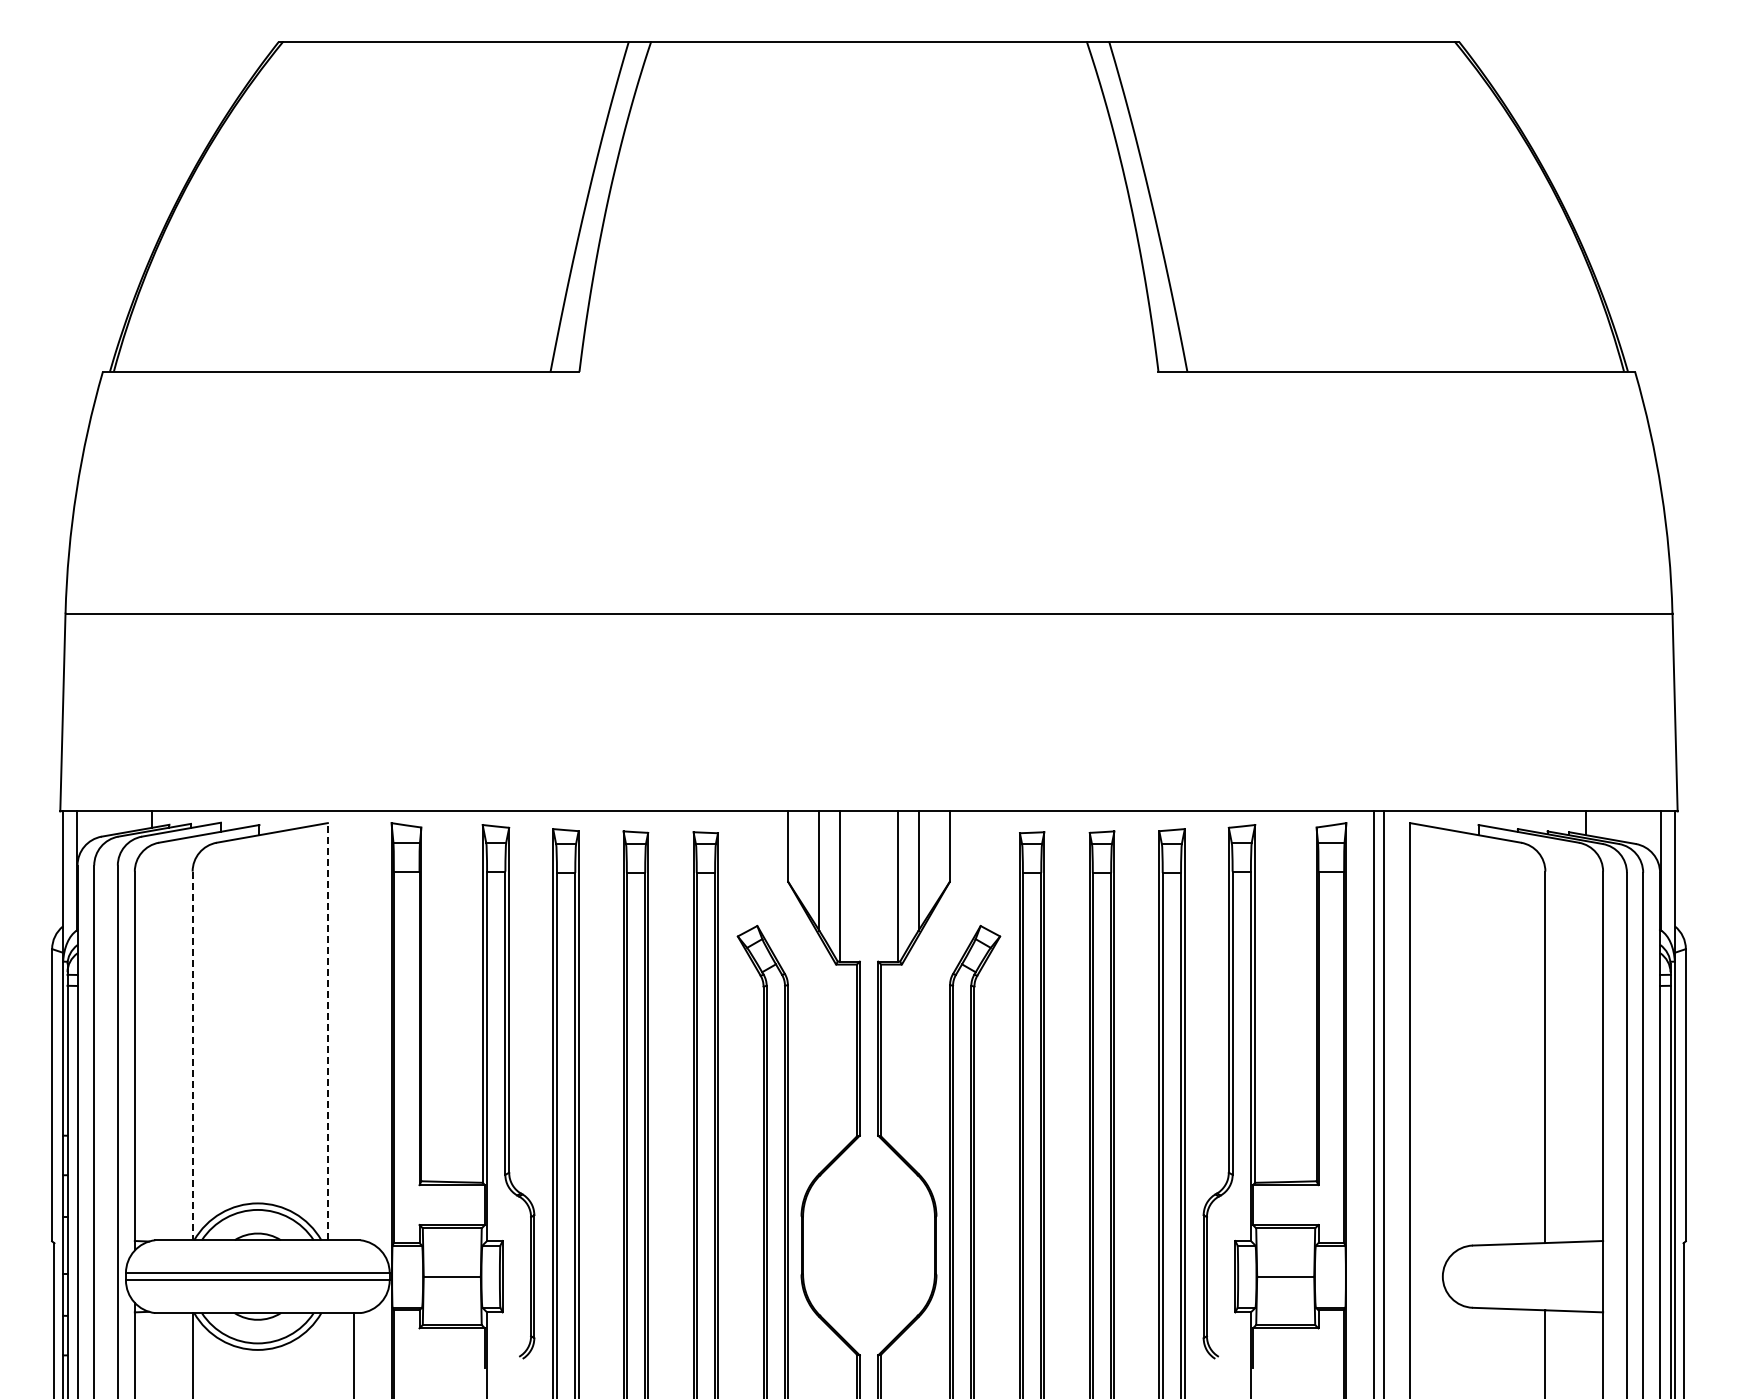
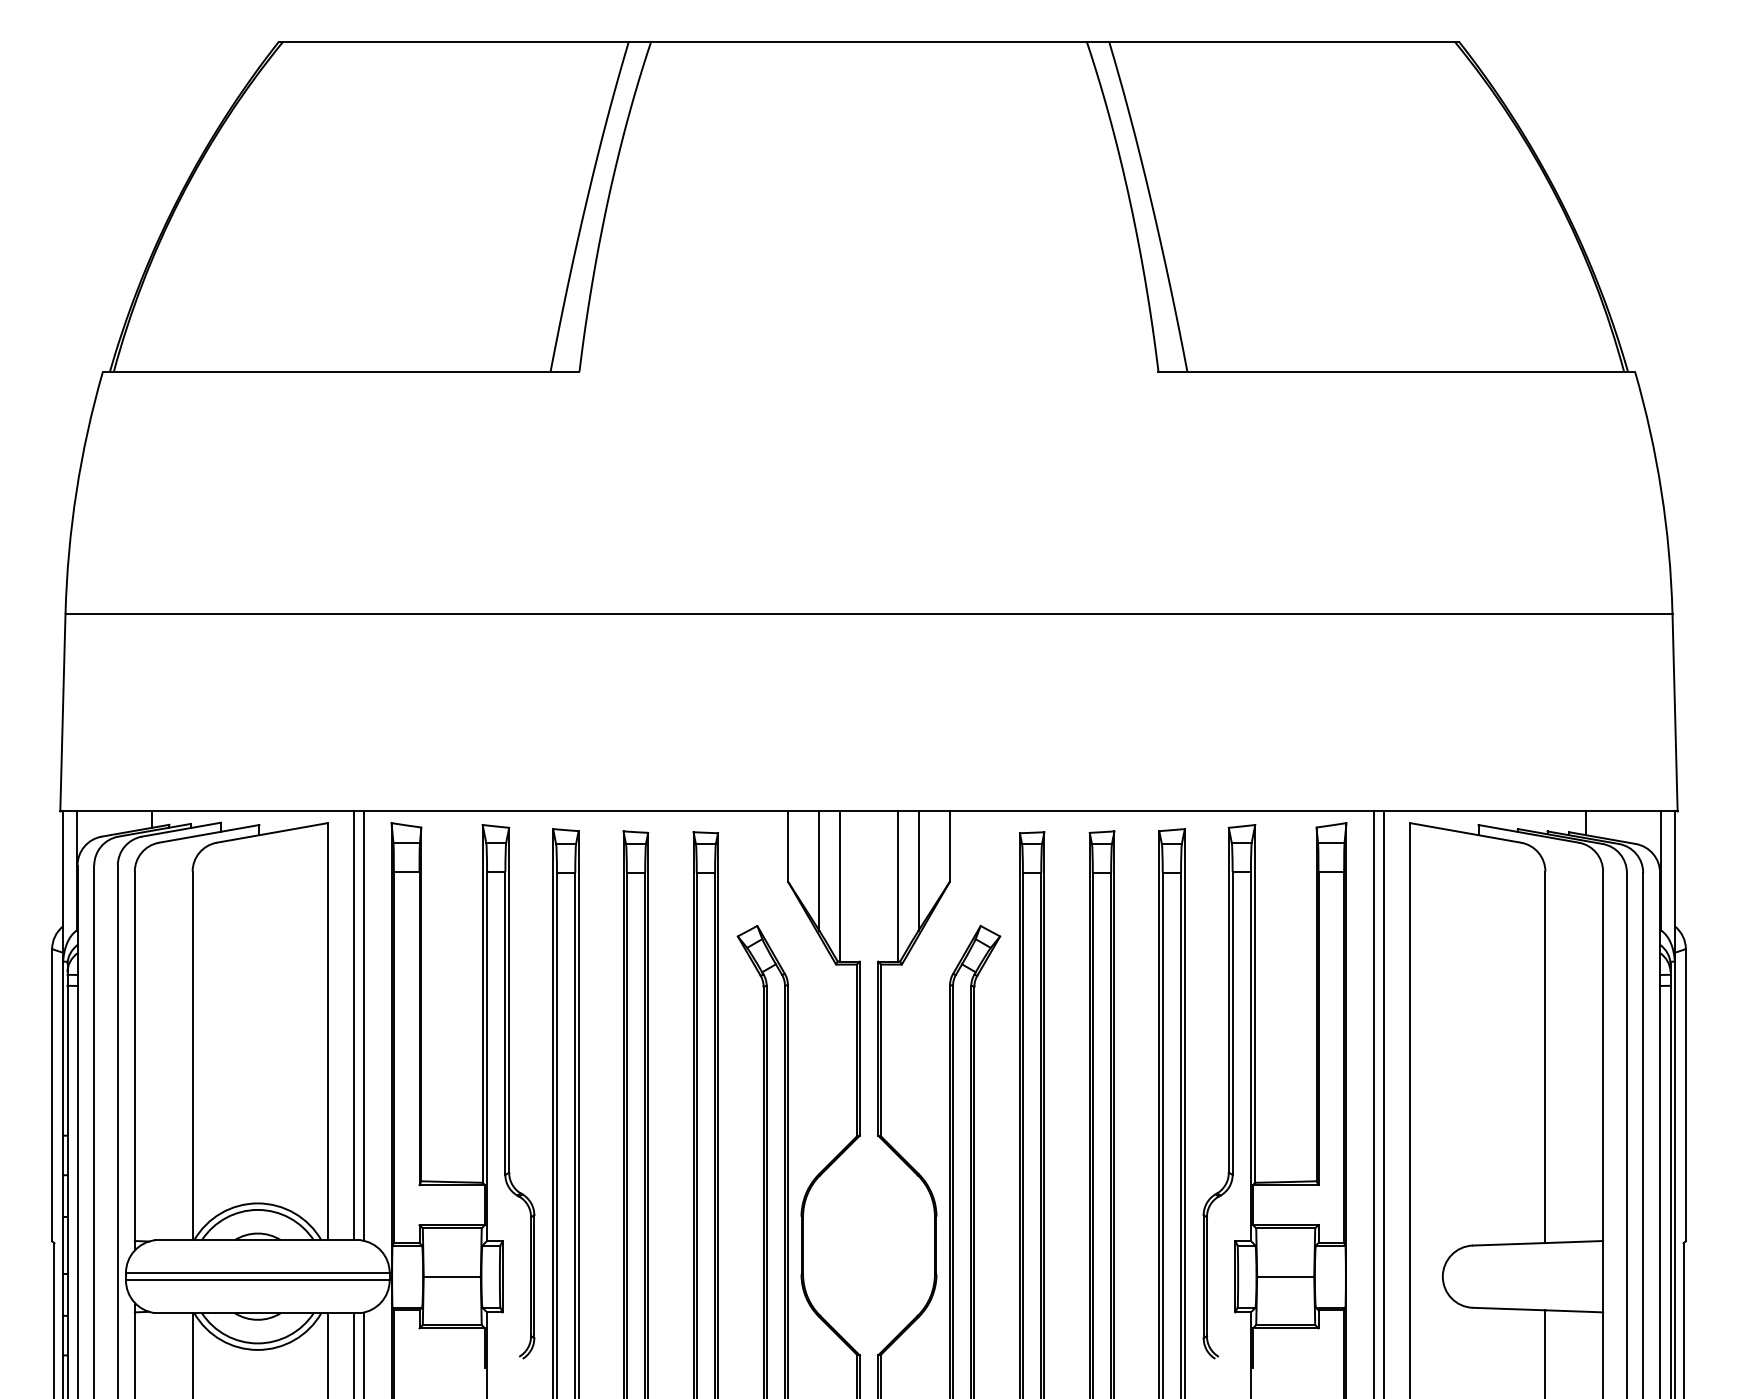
line at (353, 1025): none -> present
line at (363, 1025): none -> present
line at (327, 1031): dashed -> solid
line at (192, 1056): dashed -> solid
line at (363, 1353): none -> present
line at (327, 1354): none -> present
